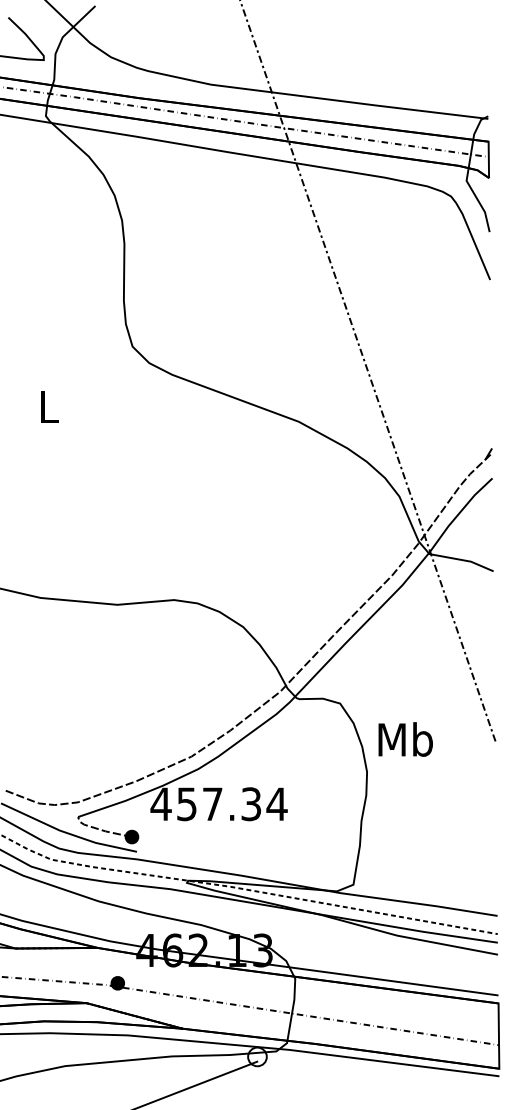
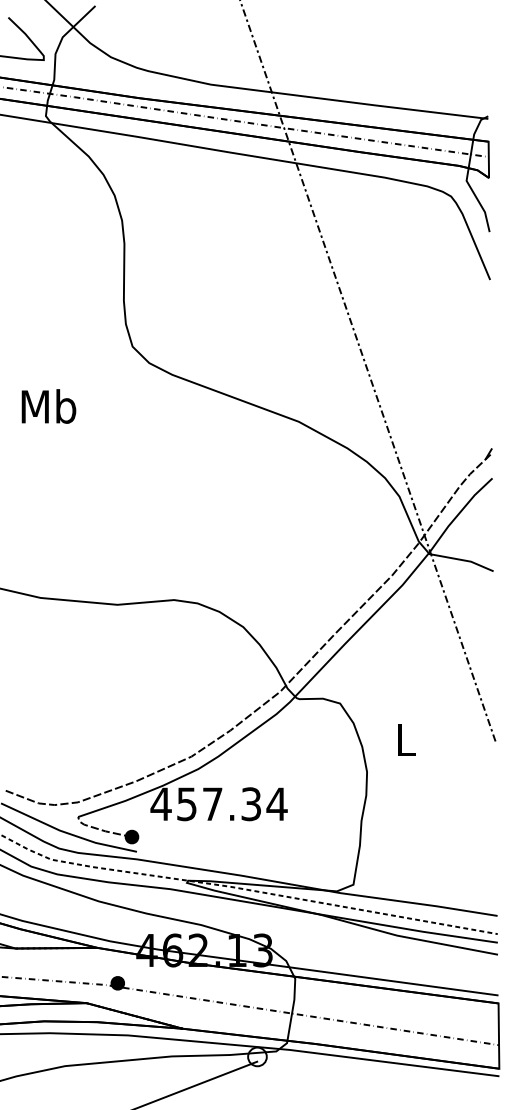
text at (48, 406): L -> Mb
text at (405, 739): Mb -> L
